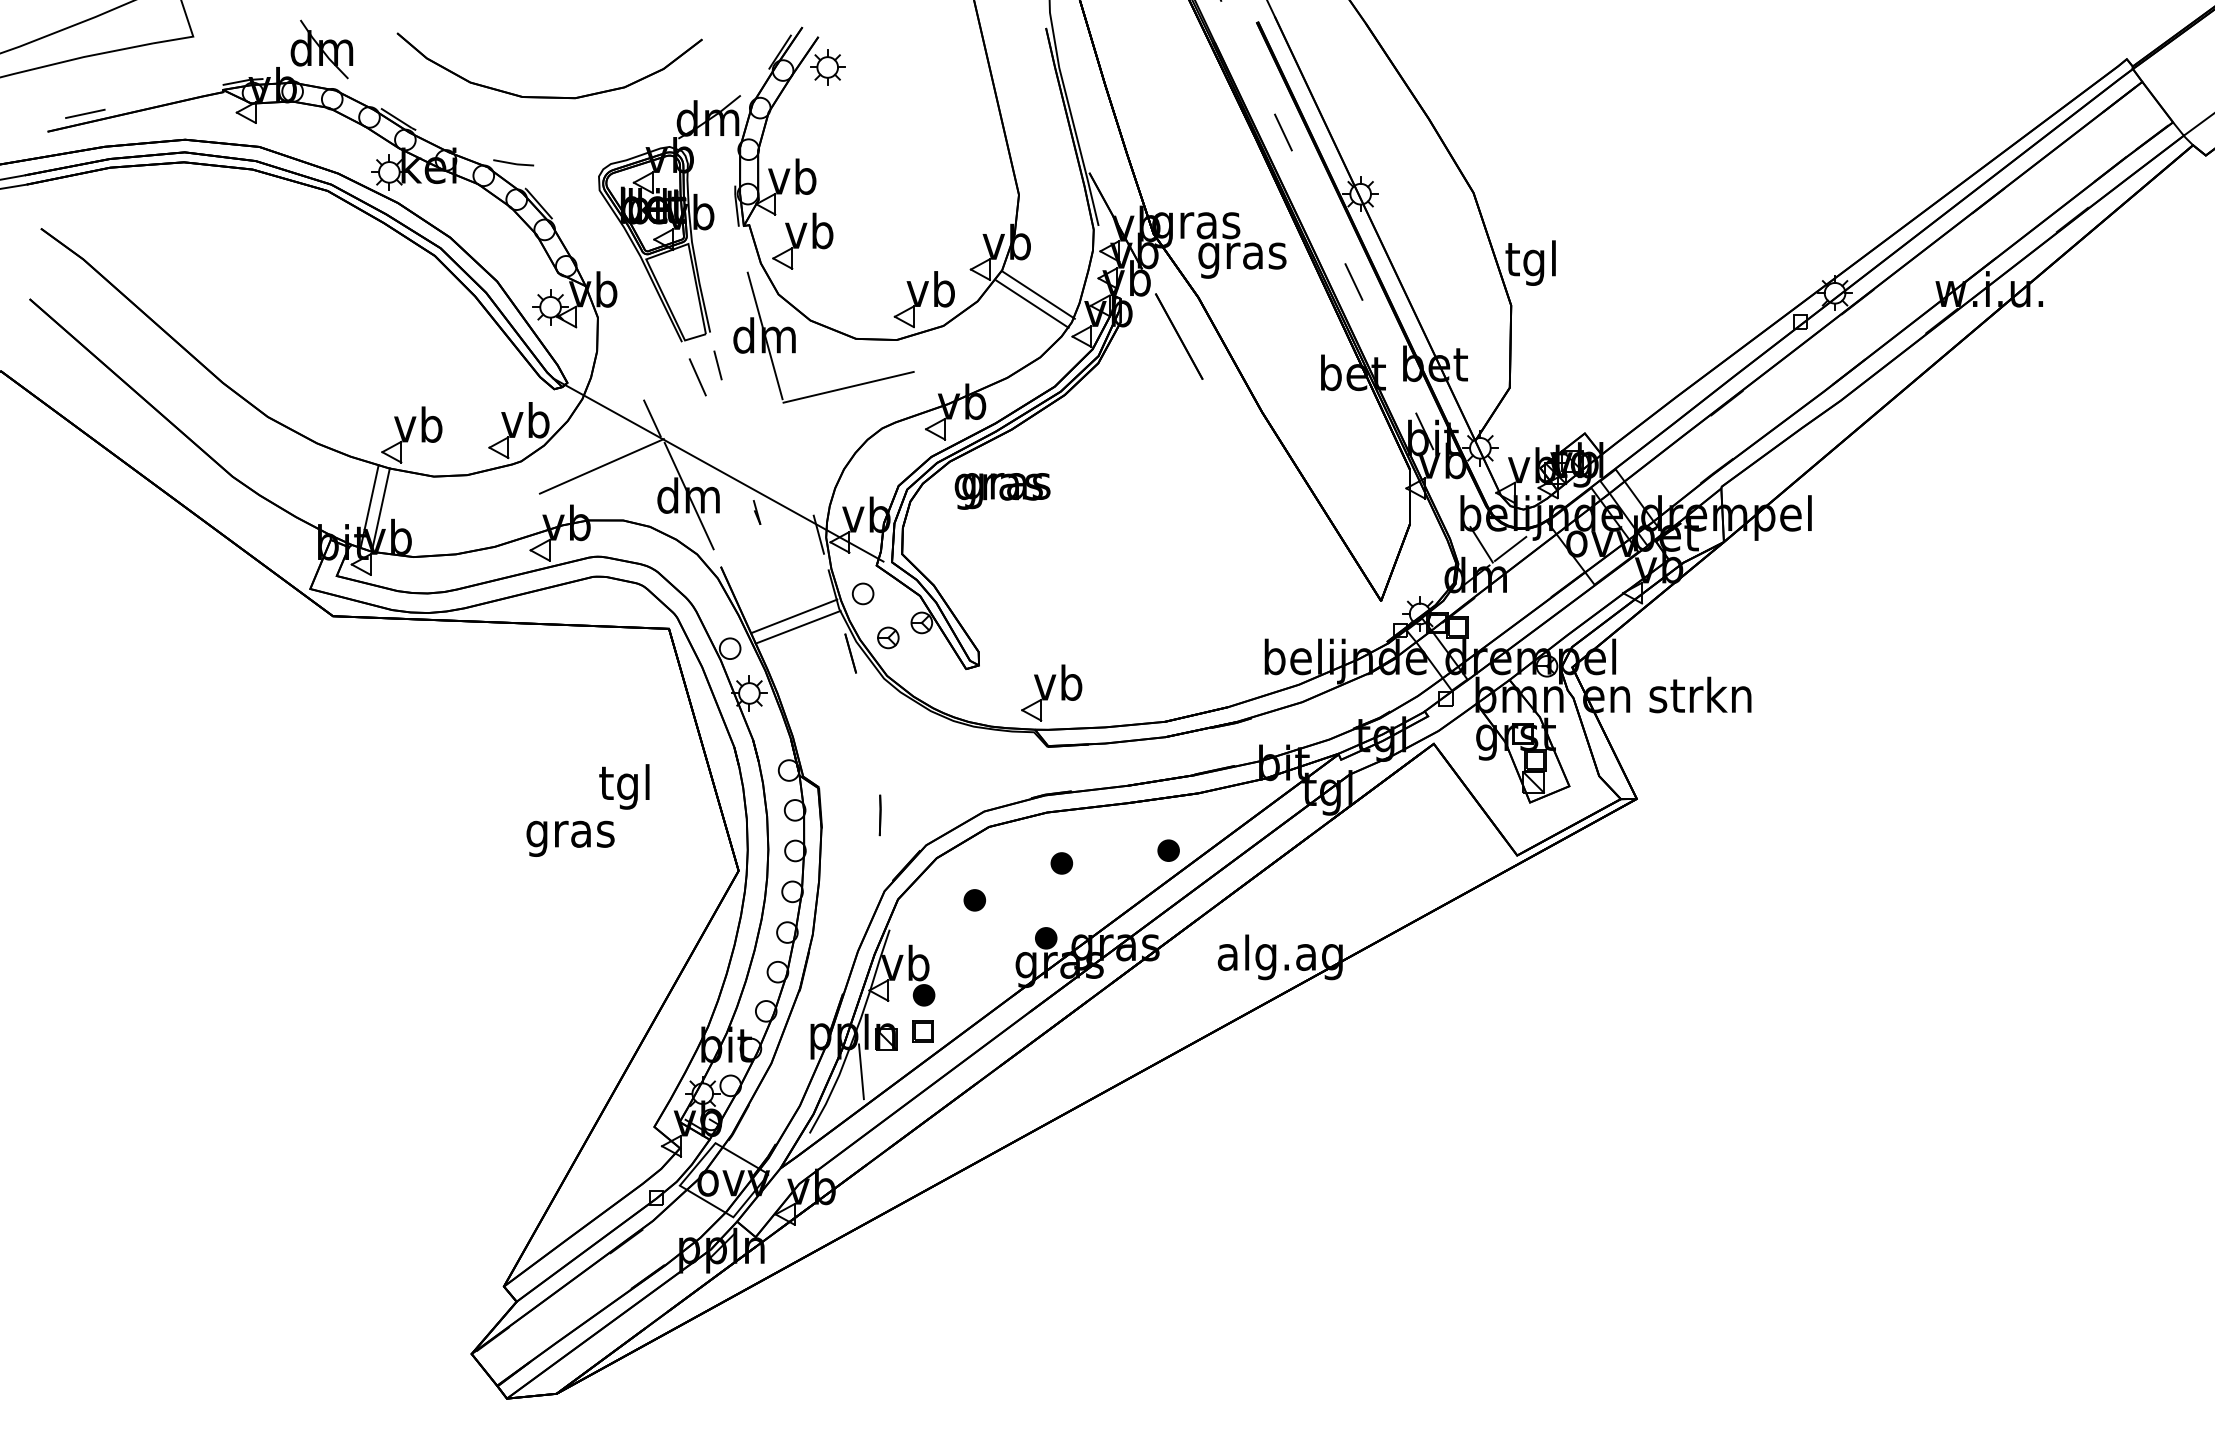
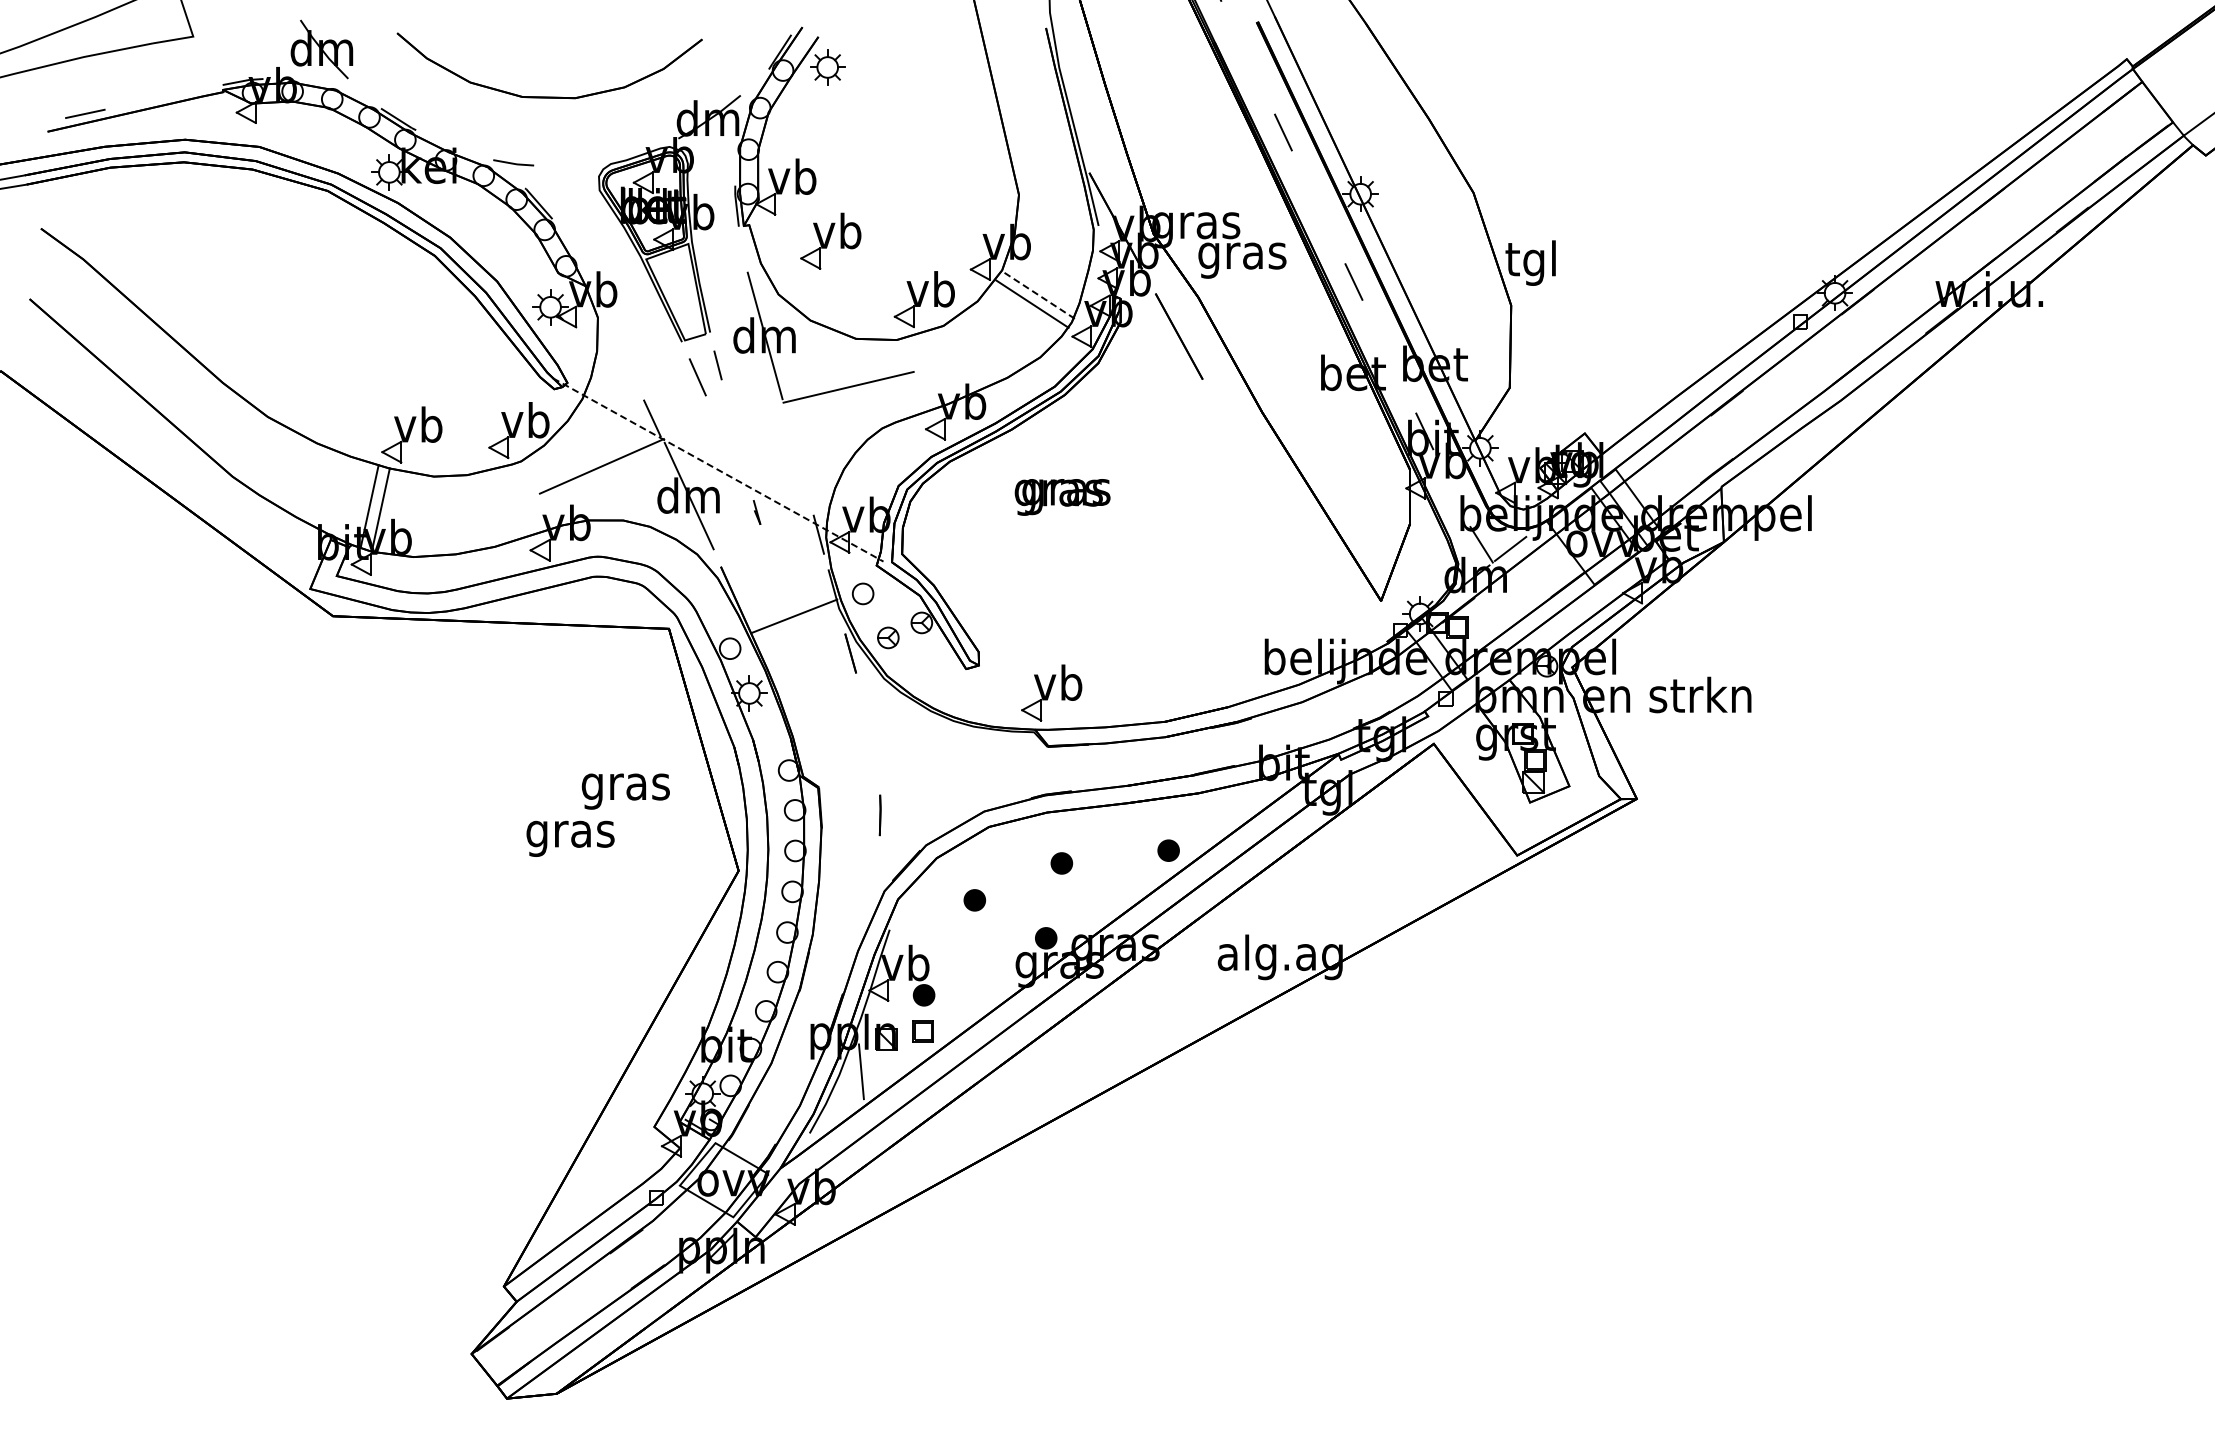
part at (802, 240) position: (802, 240) -> (830, 240)
line at (1038, 294): solid -> dashed
line at (718, 469): solid -> dashed
text at (1002, 491) position: (1002, 491) -> (1062, 497)
line at (797, 626): present -> none
text at (625, 786): tgl -> gras
